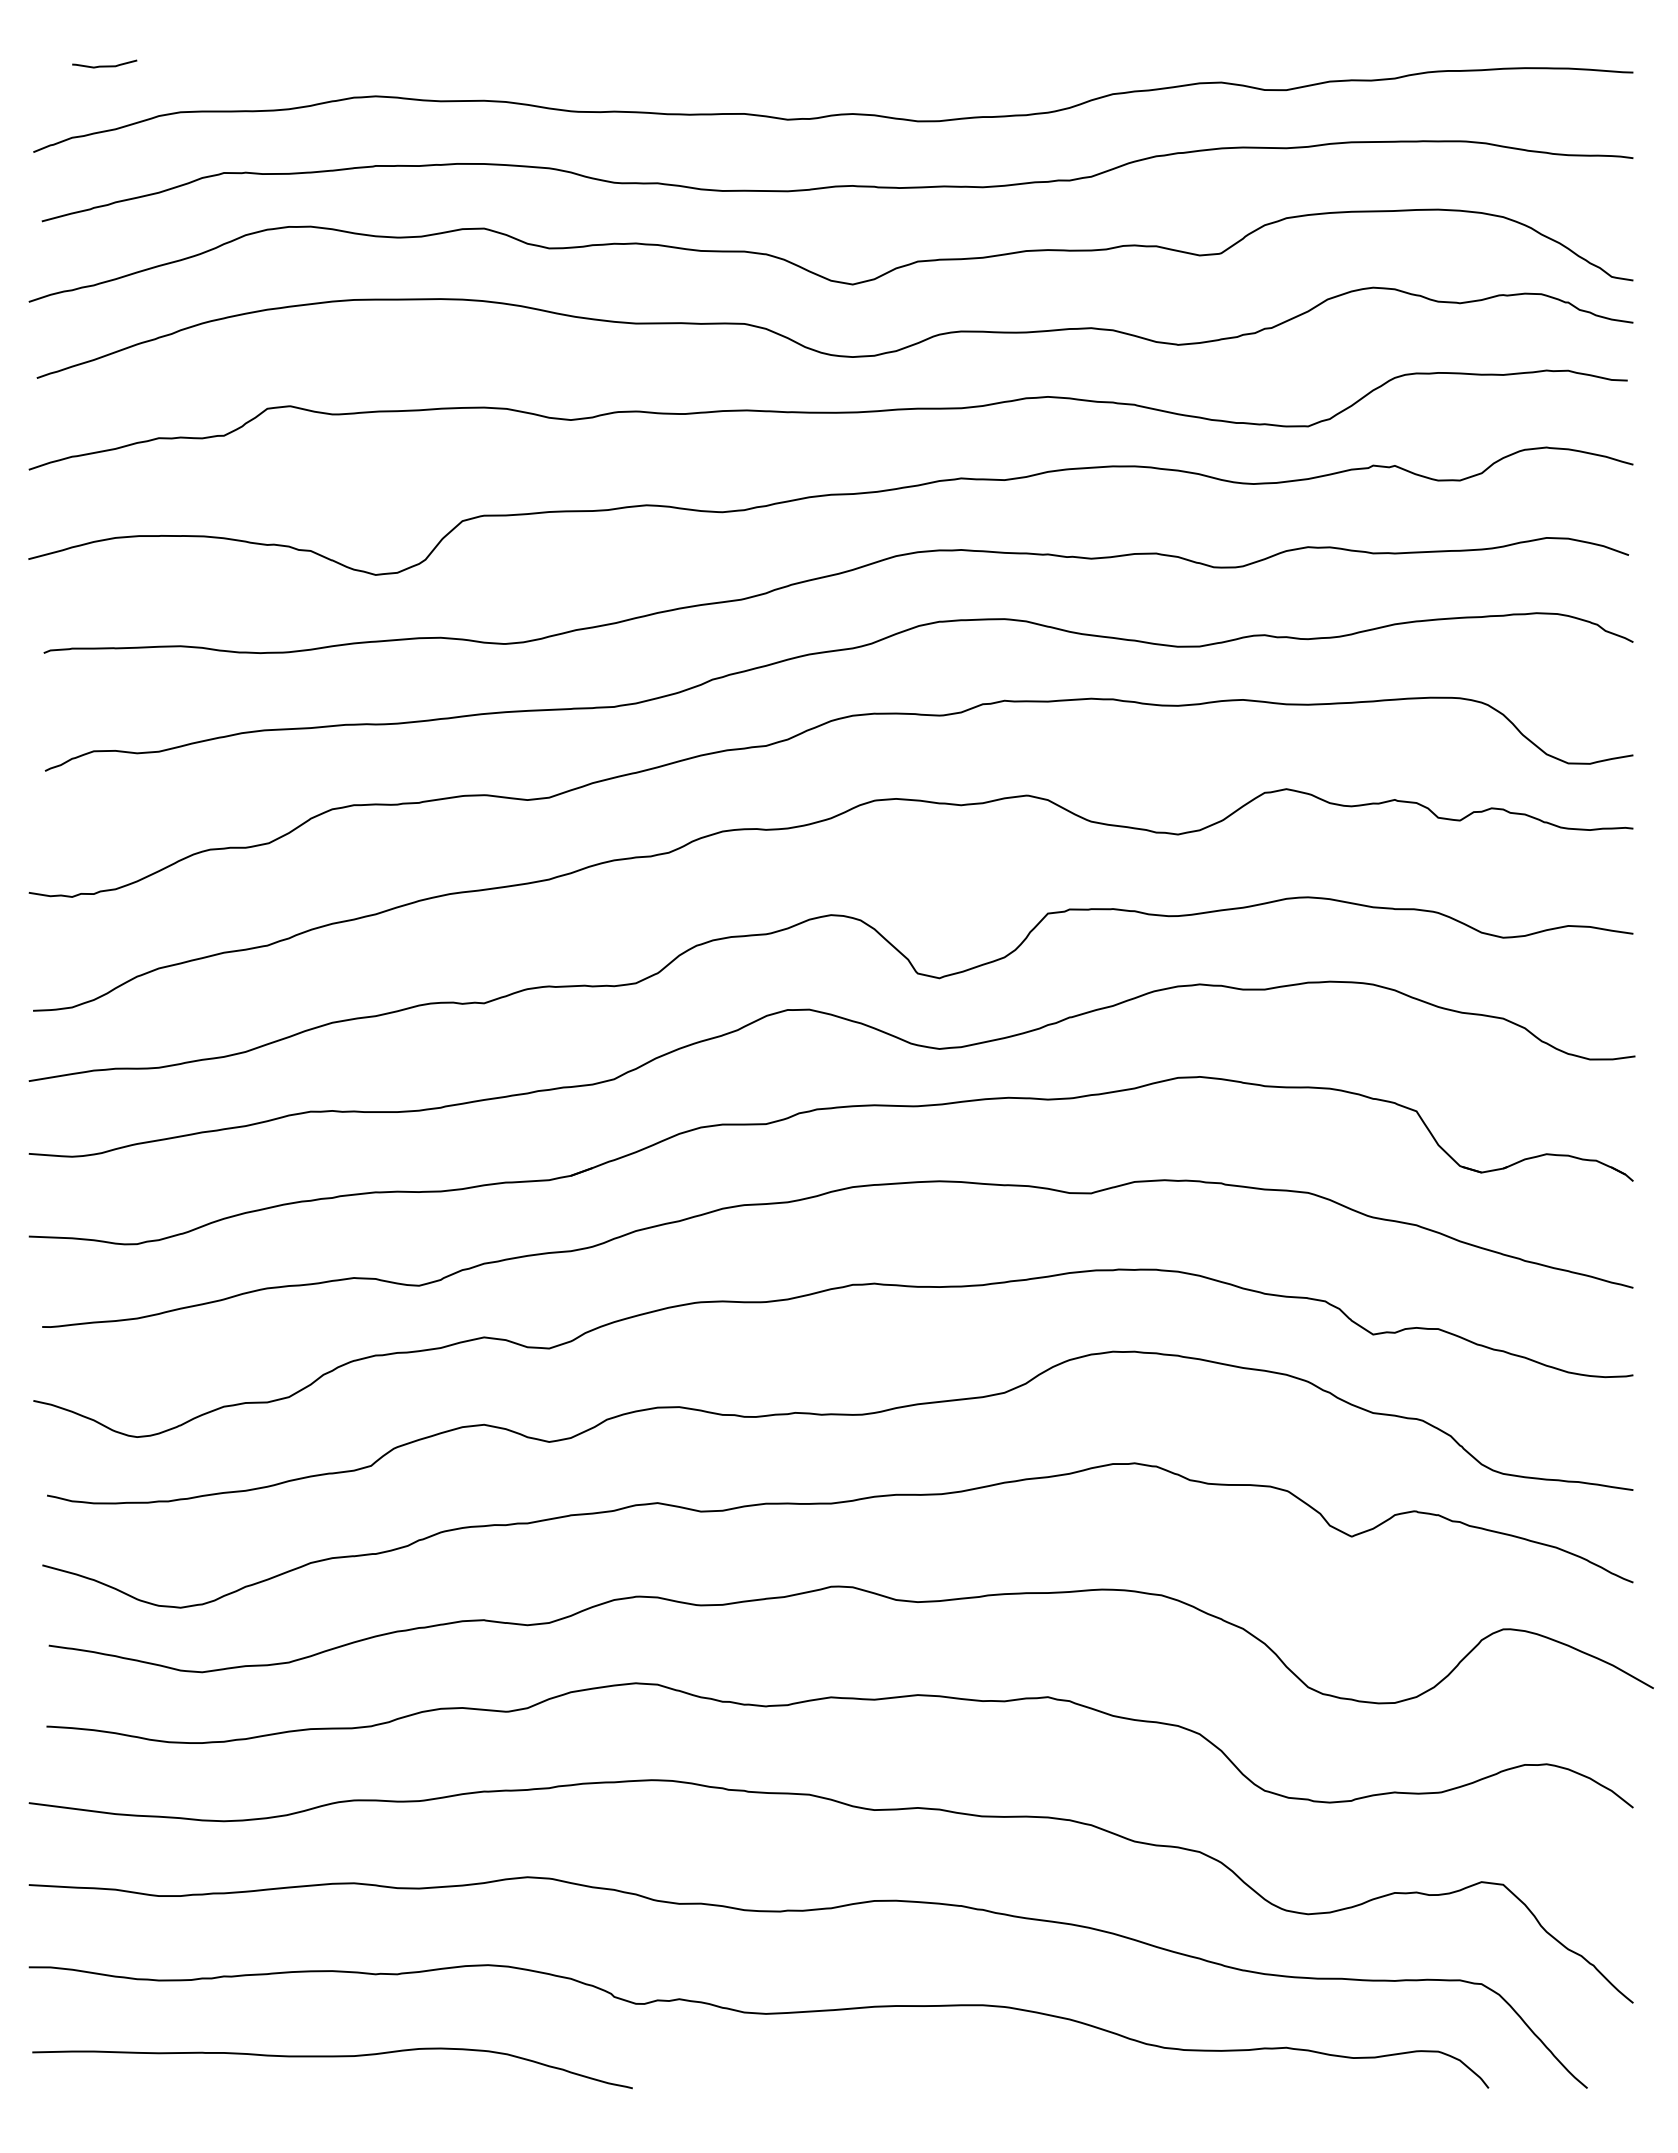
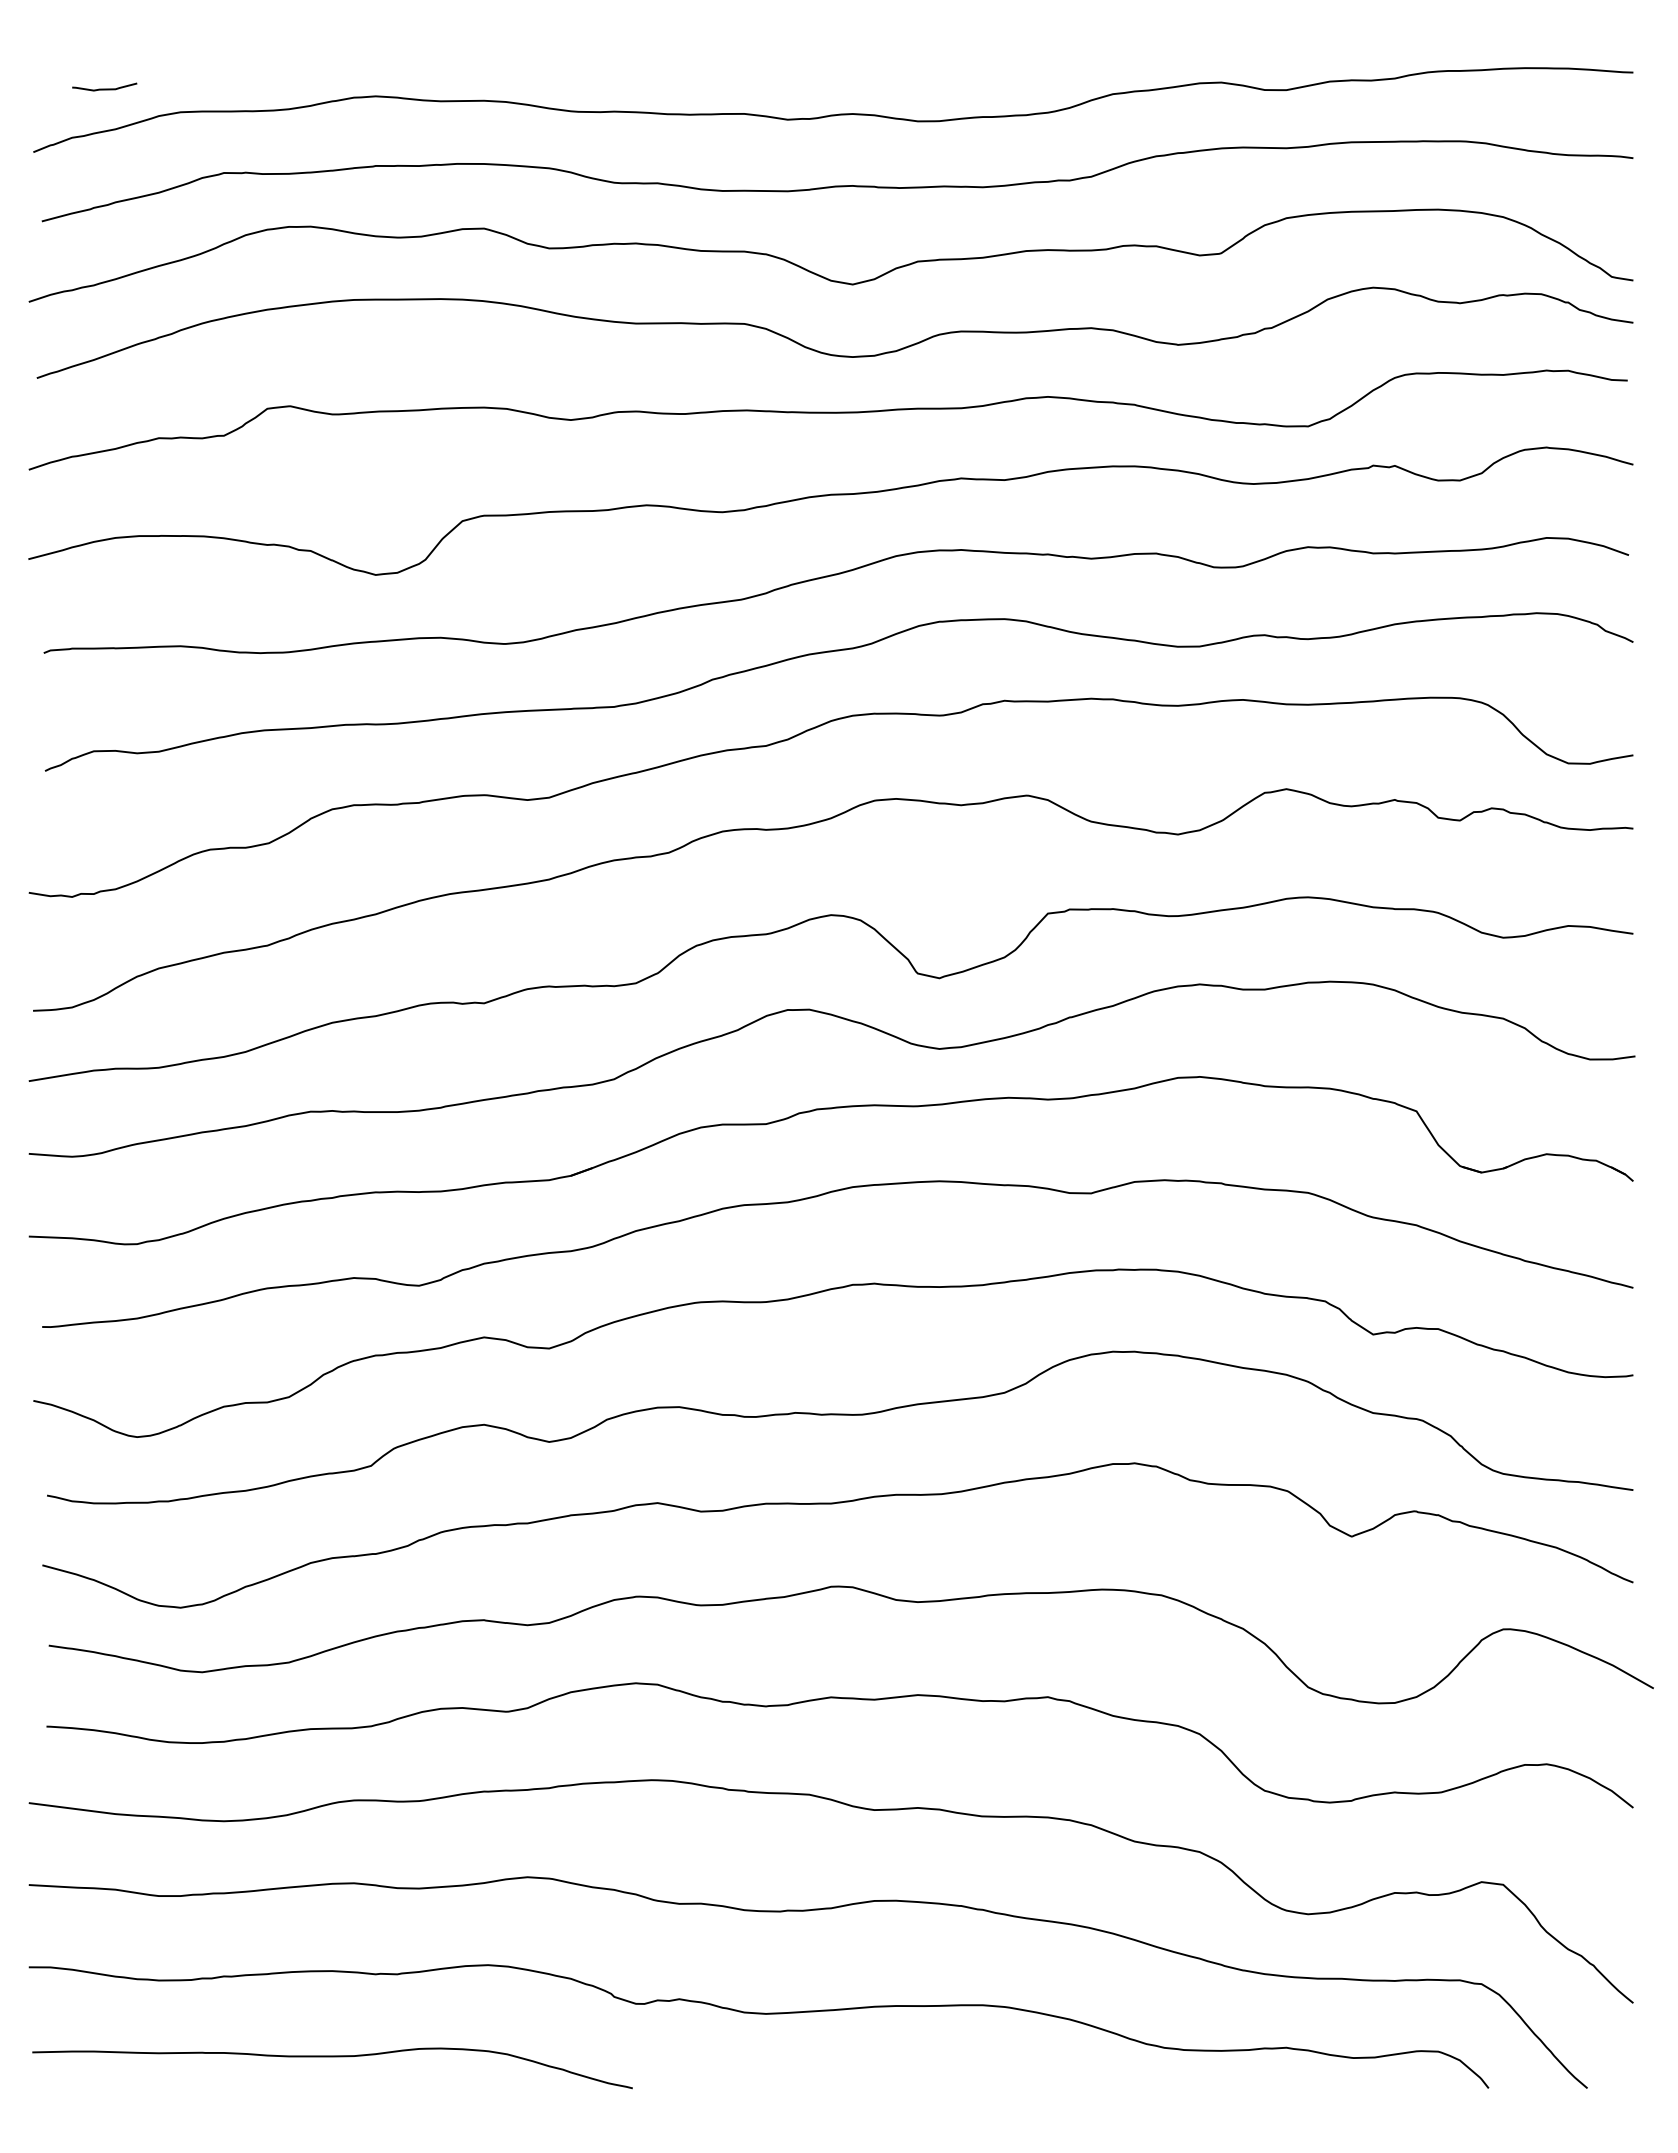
curve at (104, 65) position: (104, 65) -> (104, 88)
